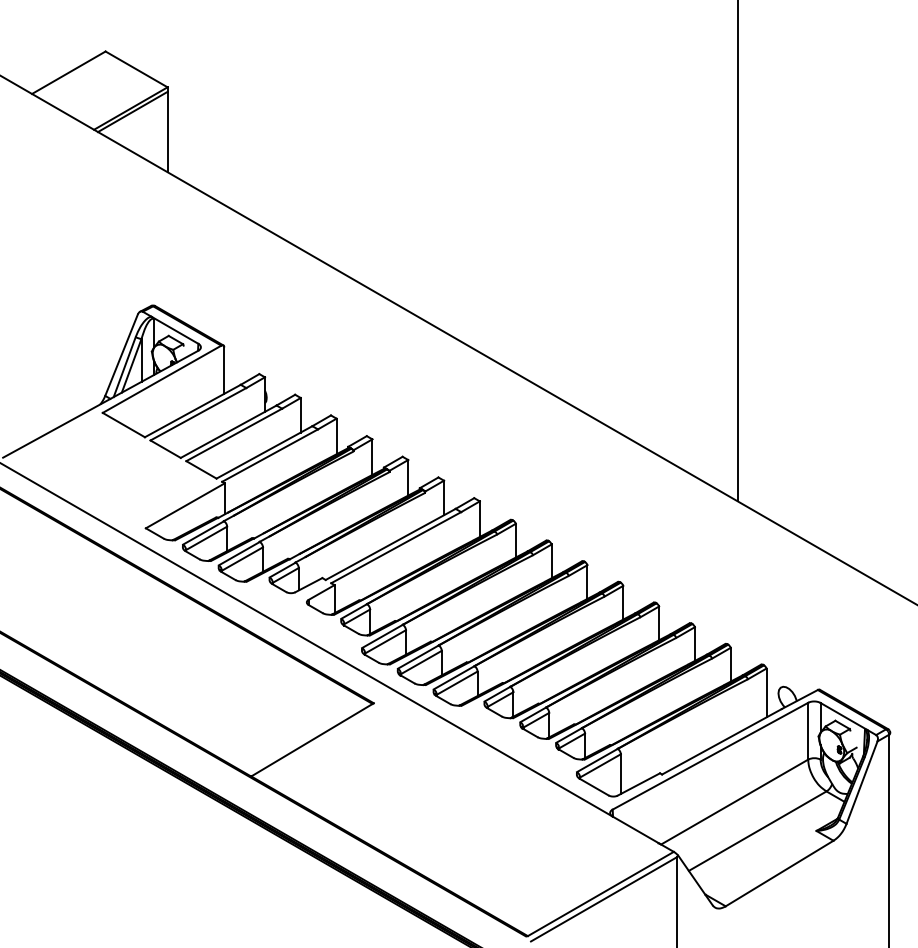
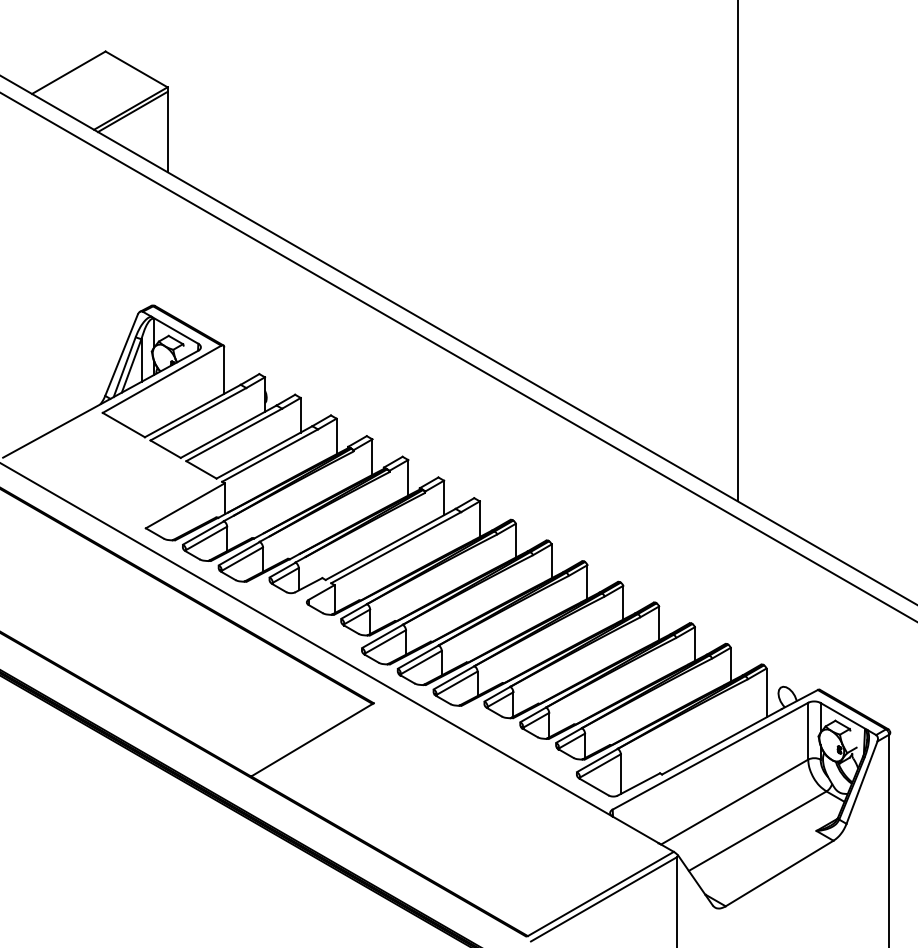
line at (458, 356): none -> present
